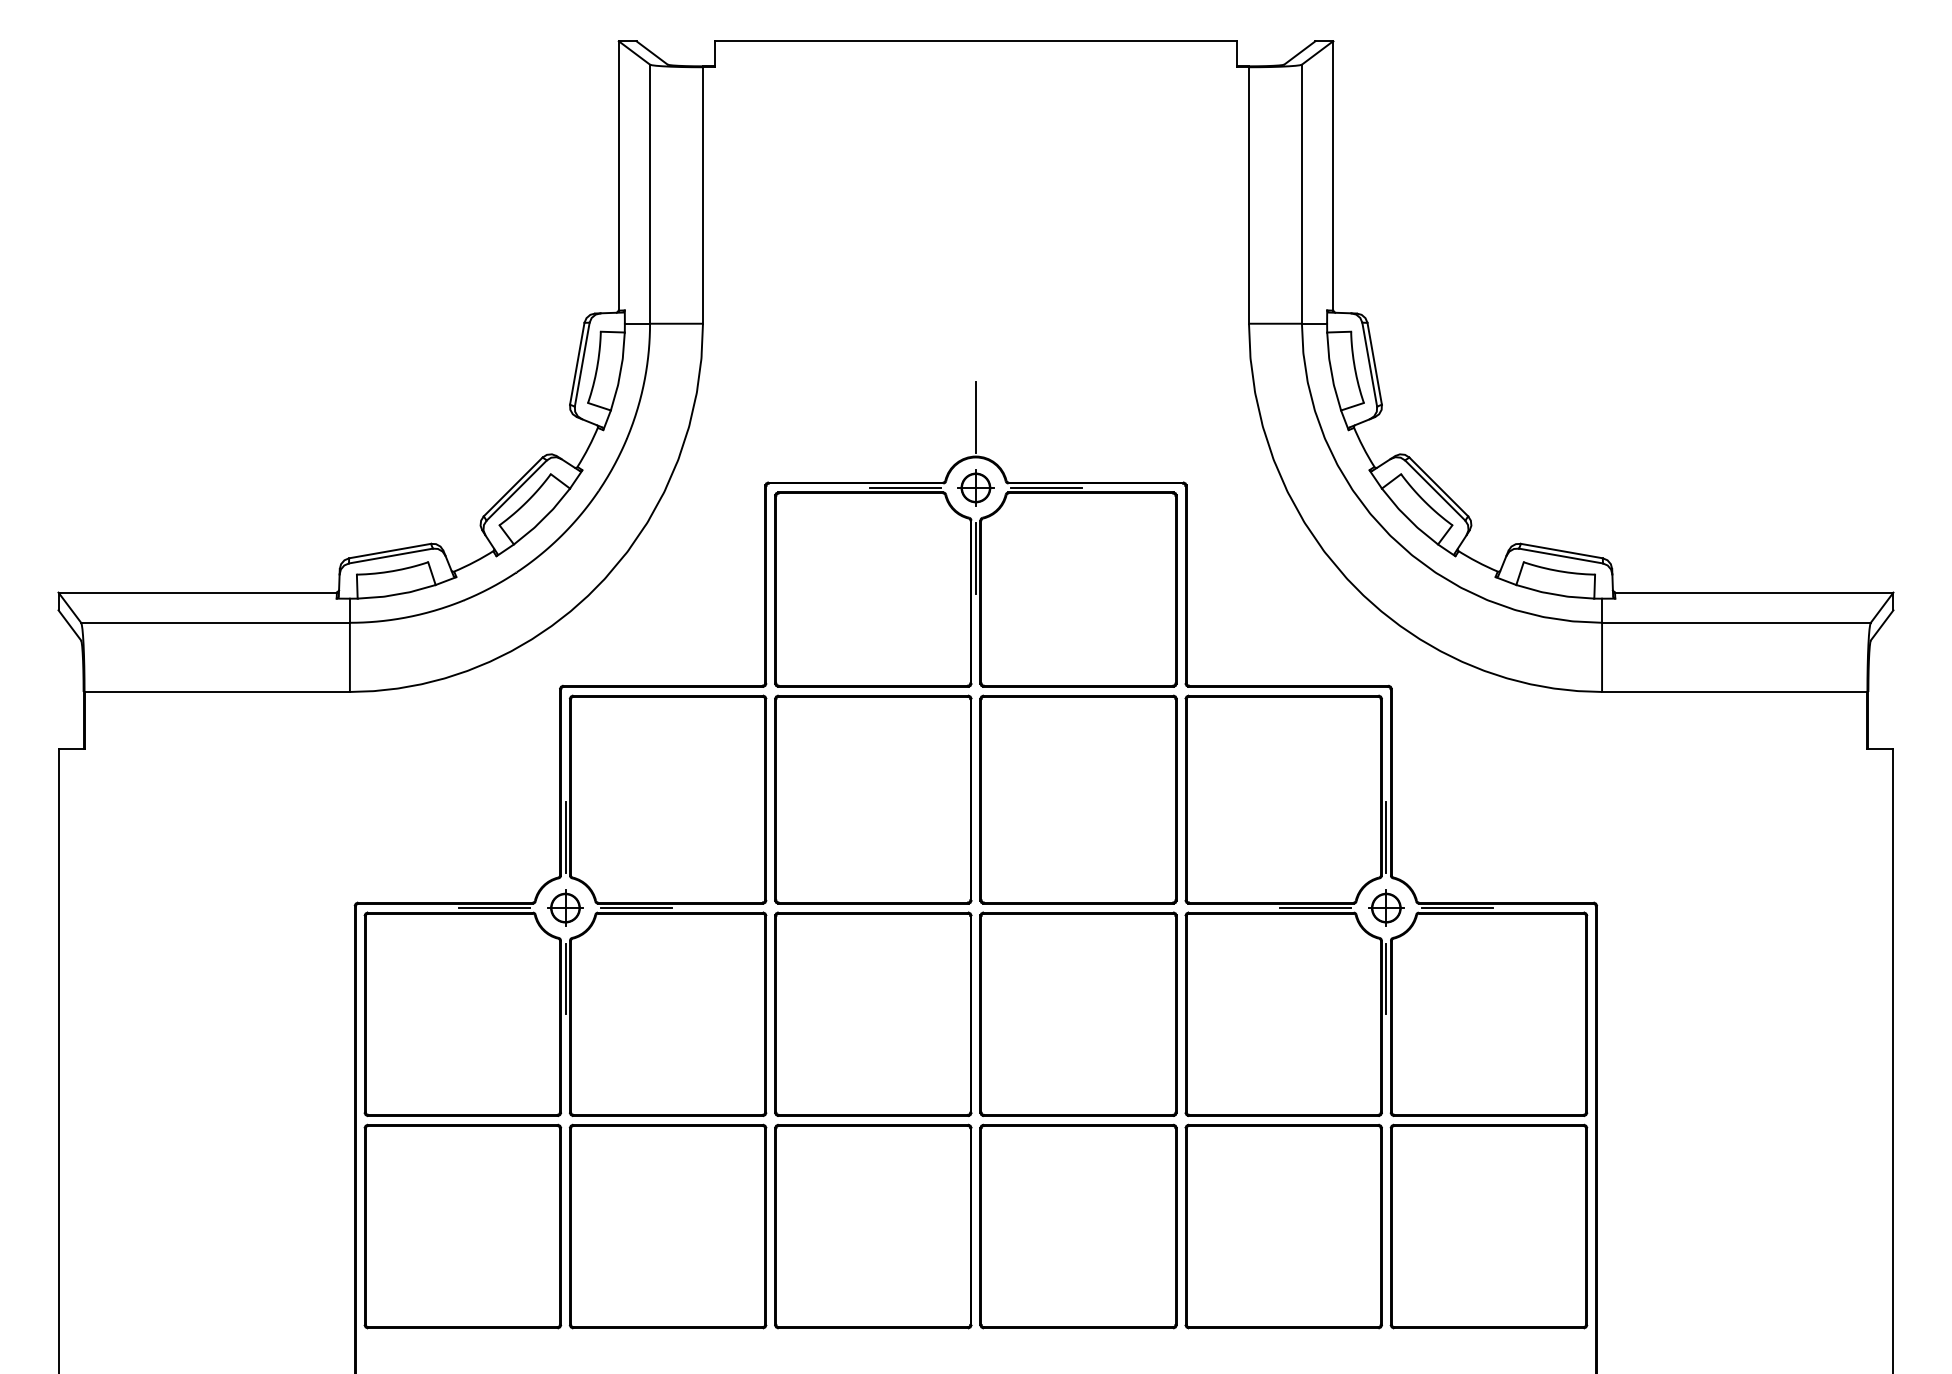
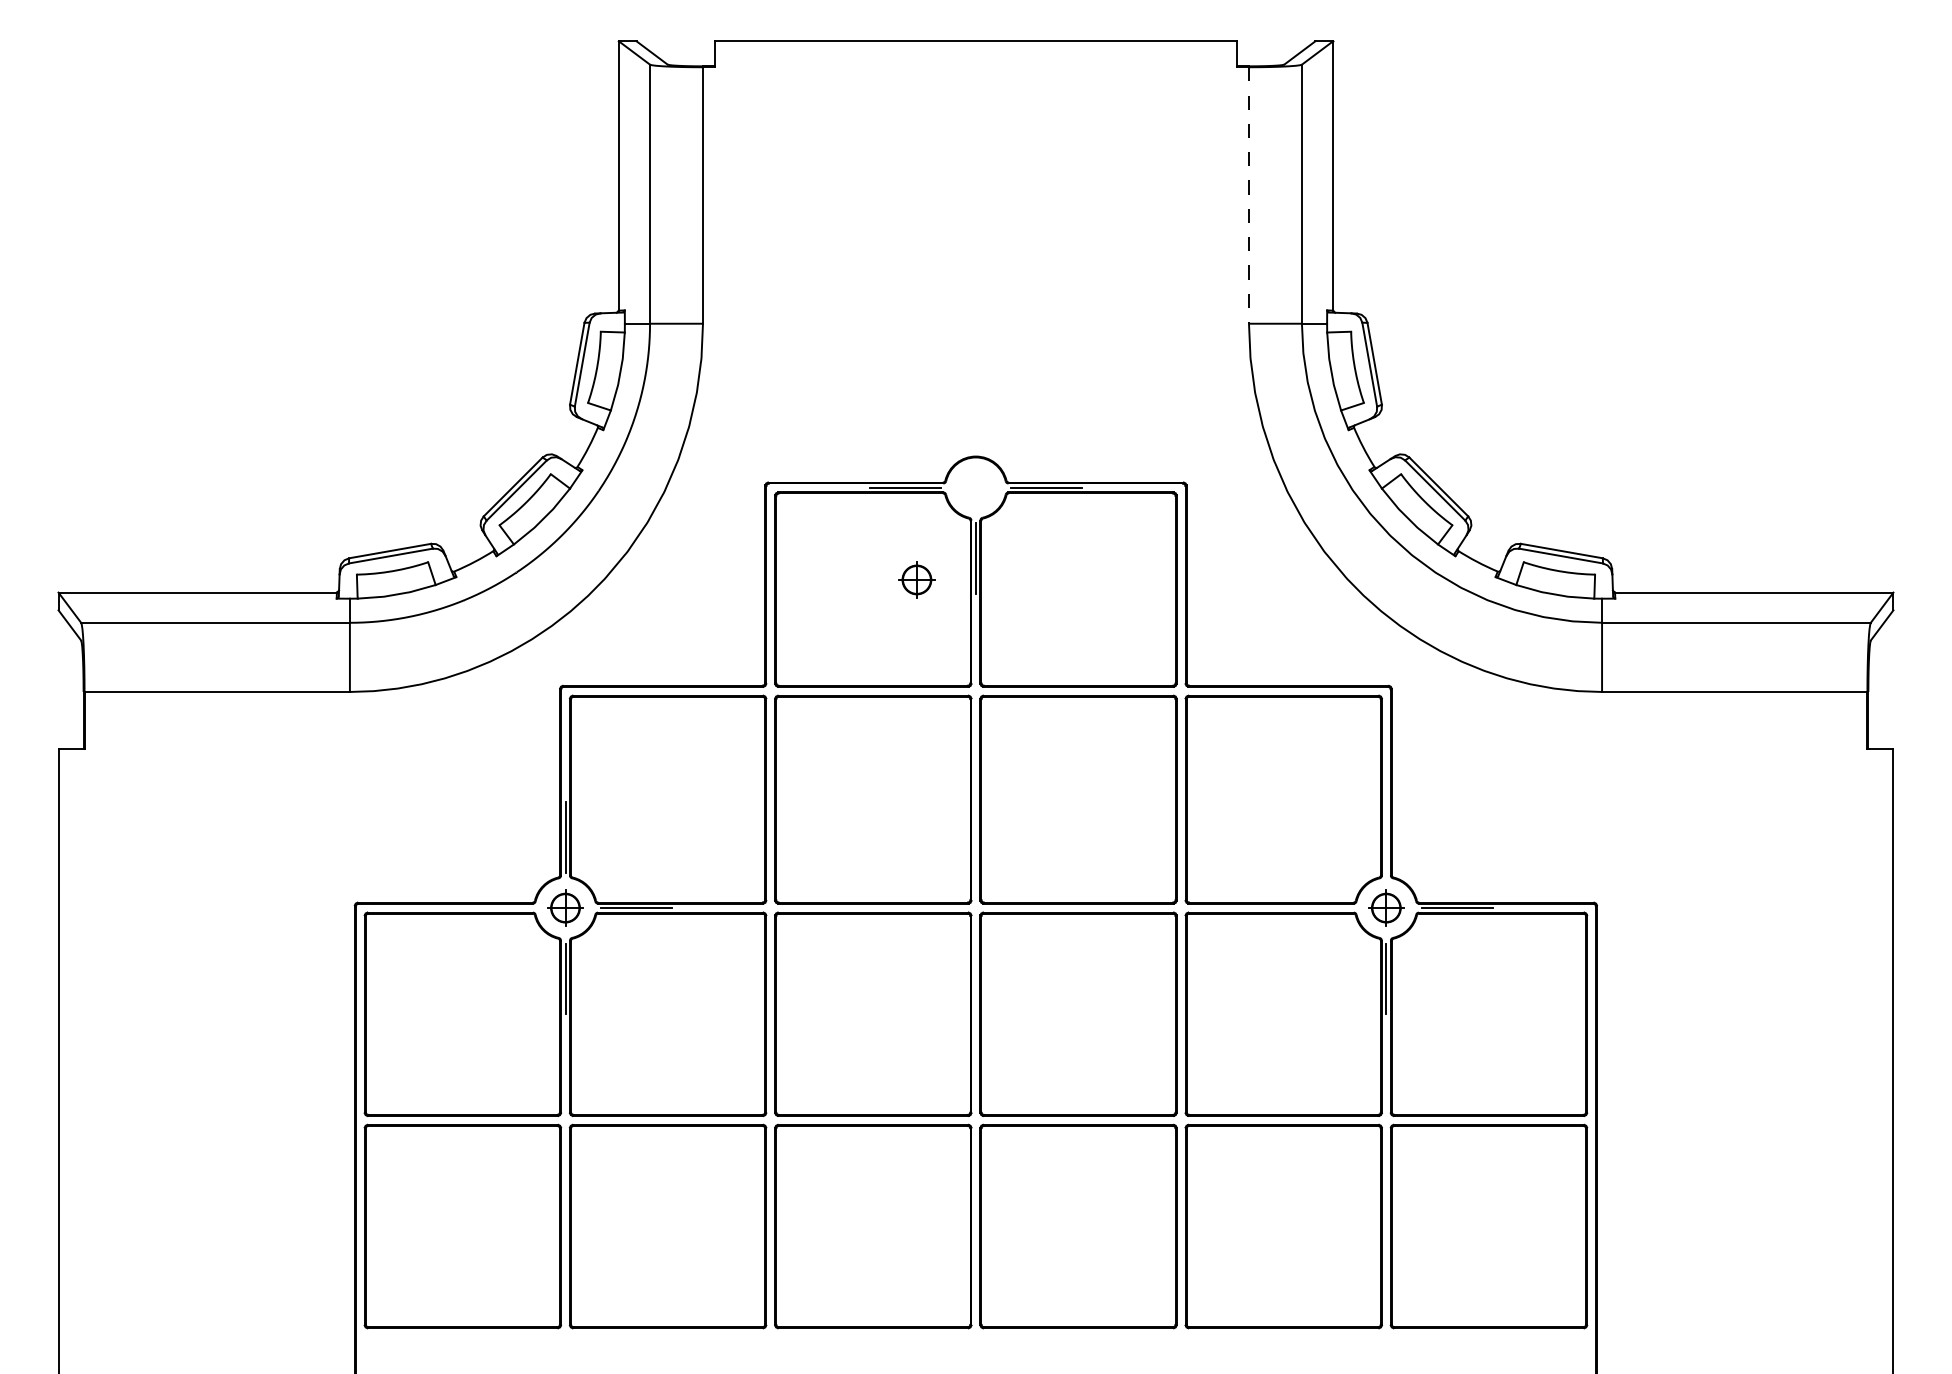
line at (1248, 196): solid -> dashed
line at (975, 416): present -> none
part at (975, 487) position: (975, 487) -> (916, 579)
line at (1386, 836): present -> none
line at (494, 908): present -> none
line at (1315, 908): present -> none
